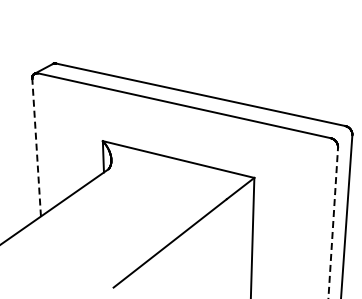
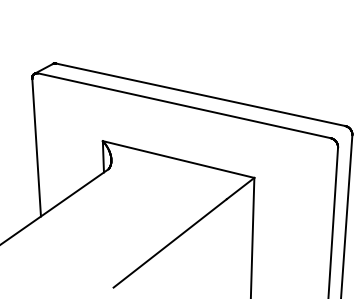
line at (36, 147): dashed -> solid
line at (333, 222): dashed -> solid
